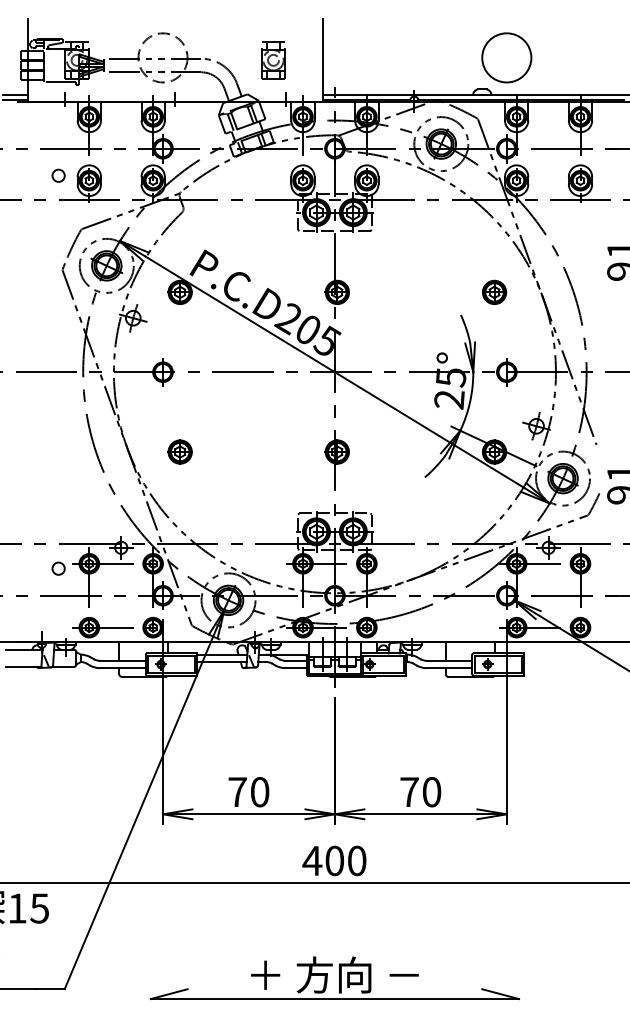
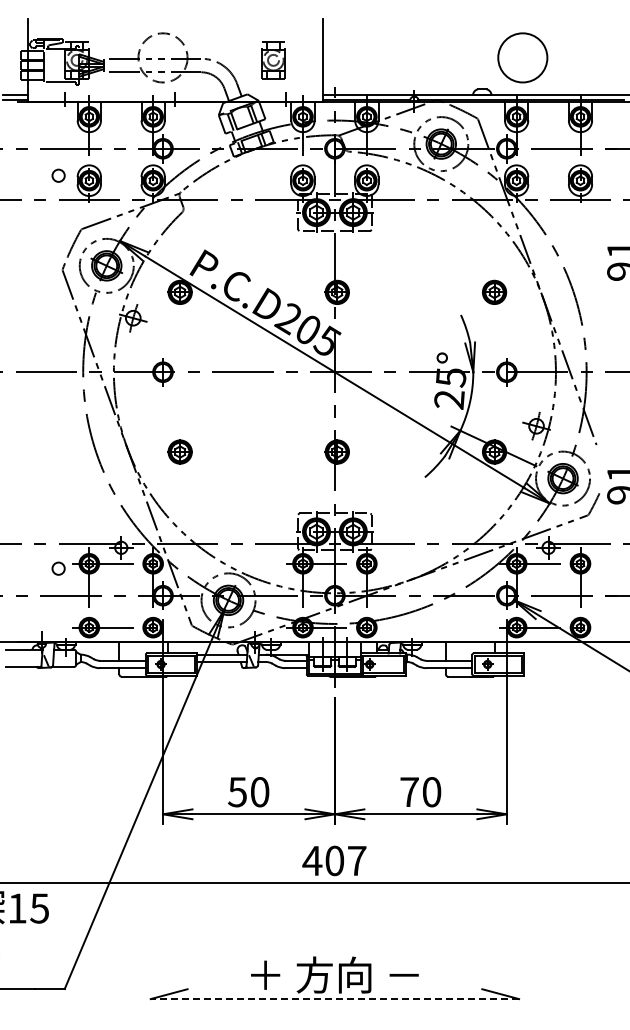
circle at (506, 57) position: (506, 57) -> (522, 57)
text at (237, 792): 70 -> 50
text at (357, 860): 400 -> 407
line at (334, 999): solid -> dashed
